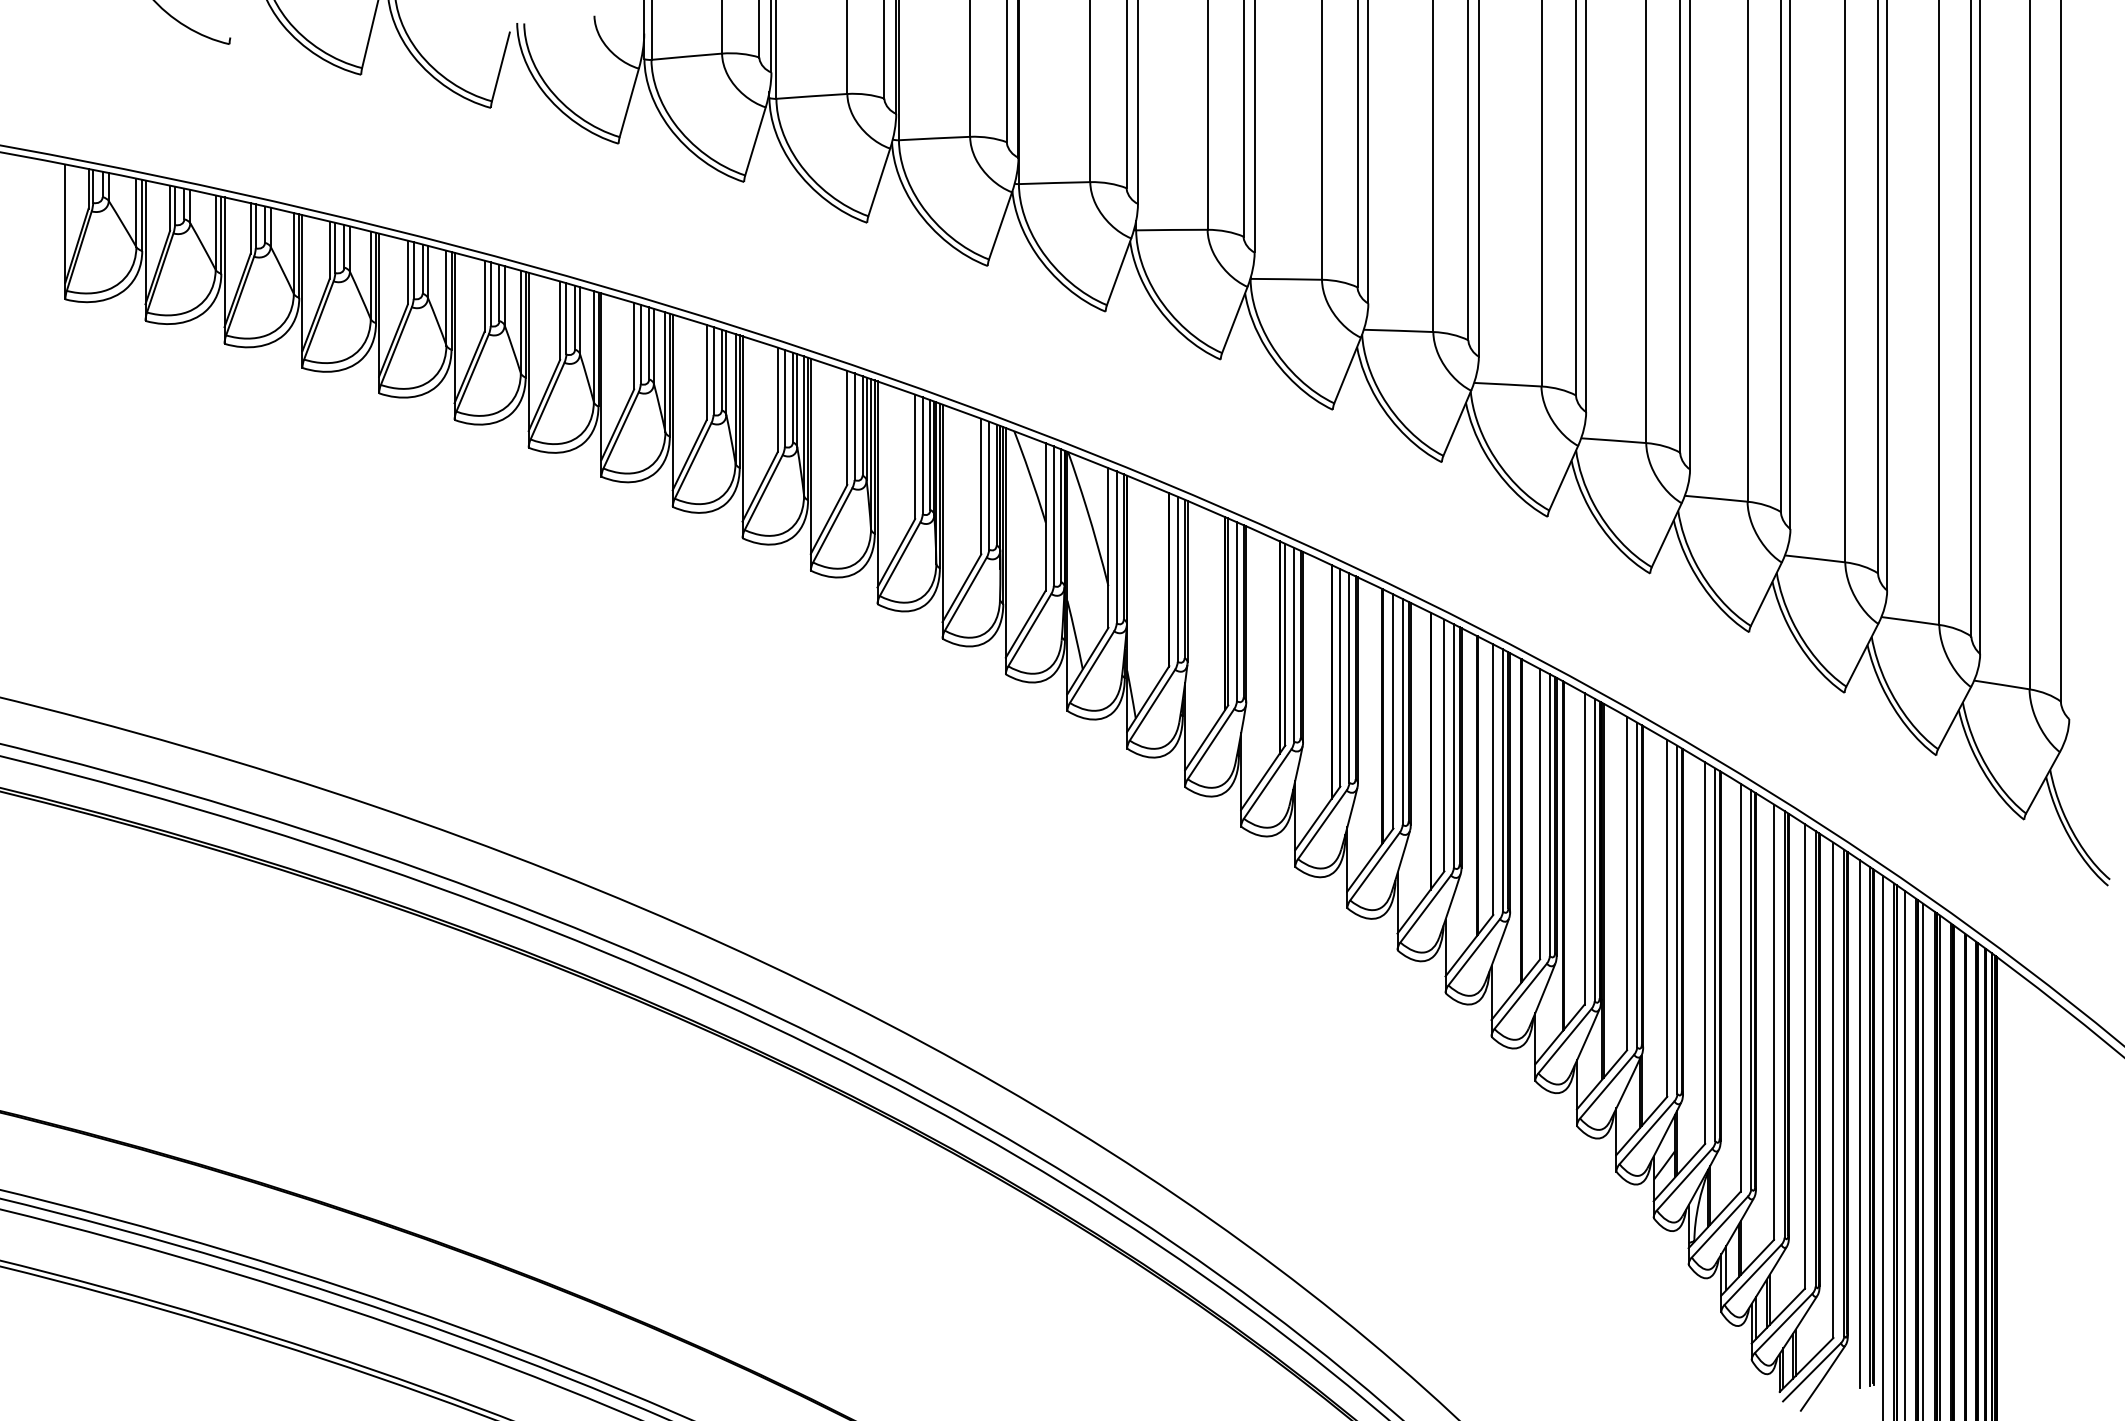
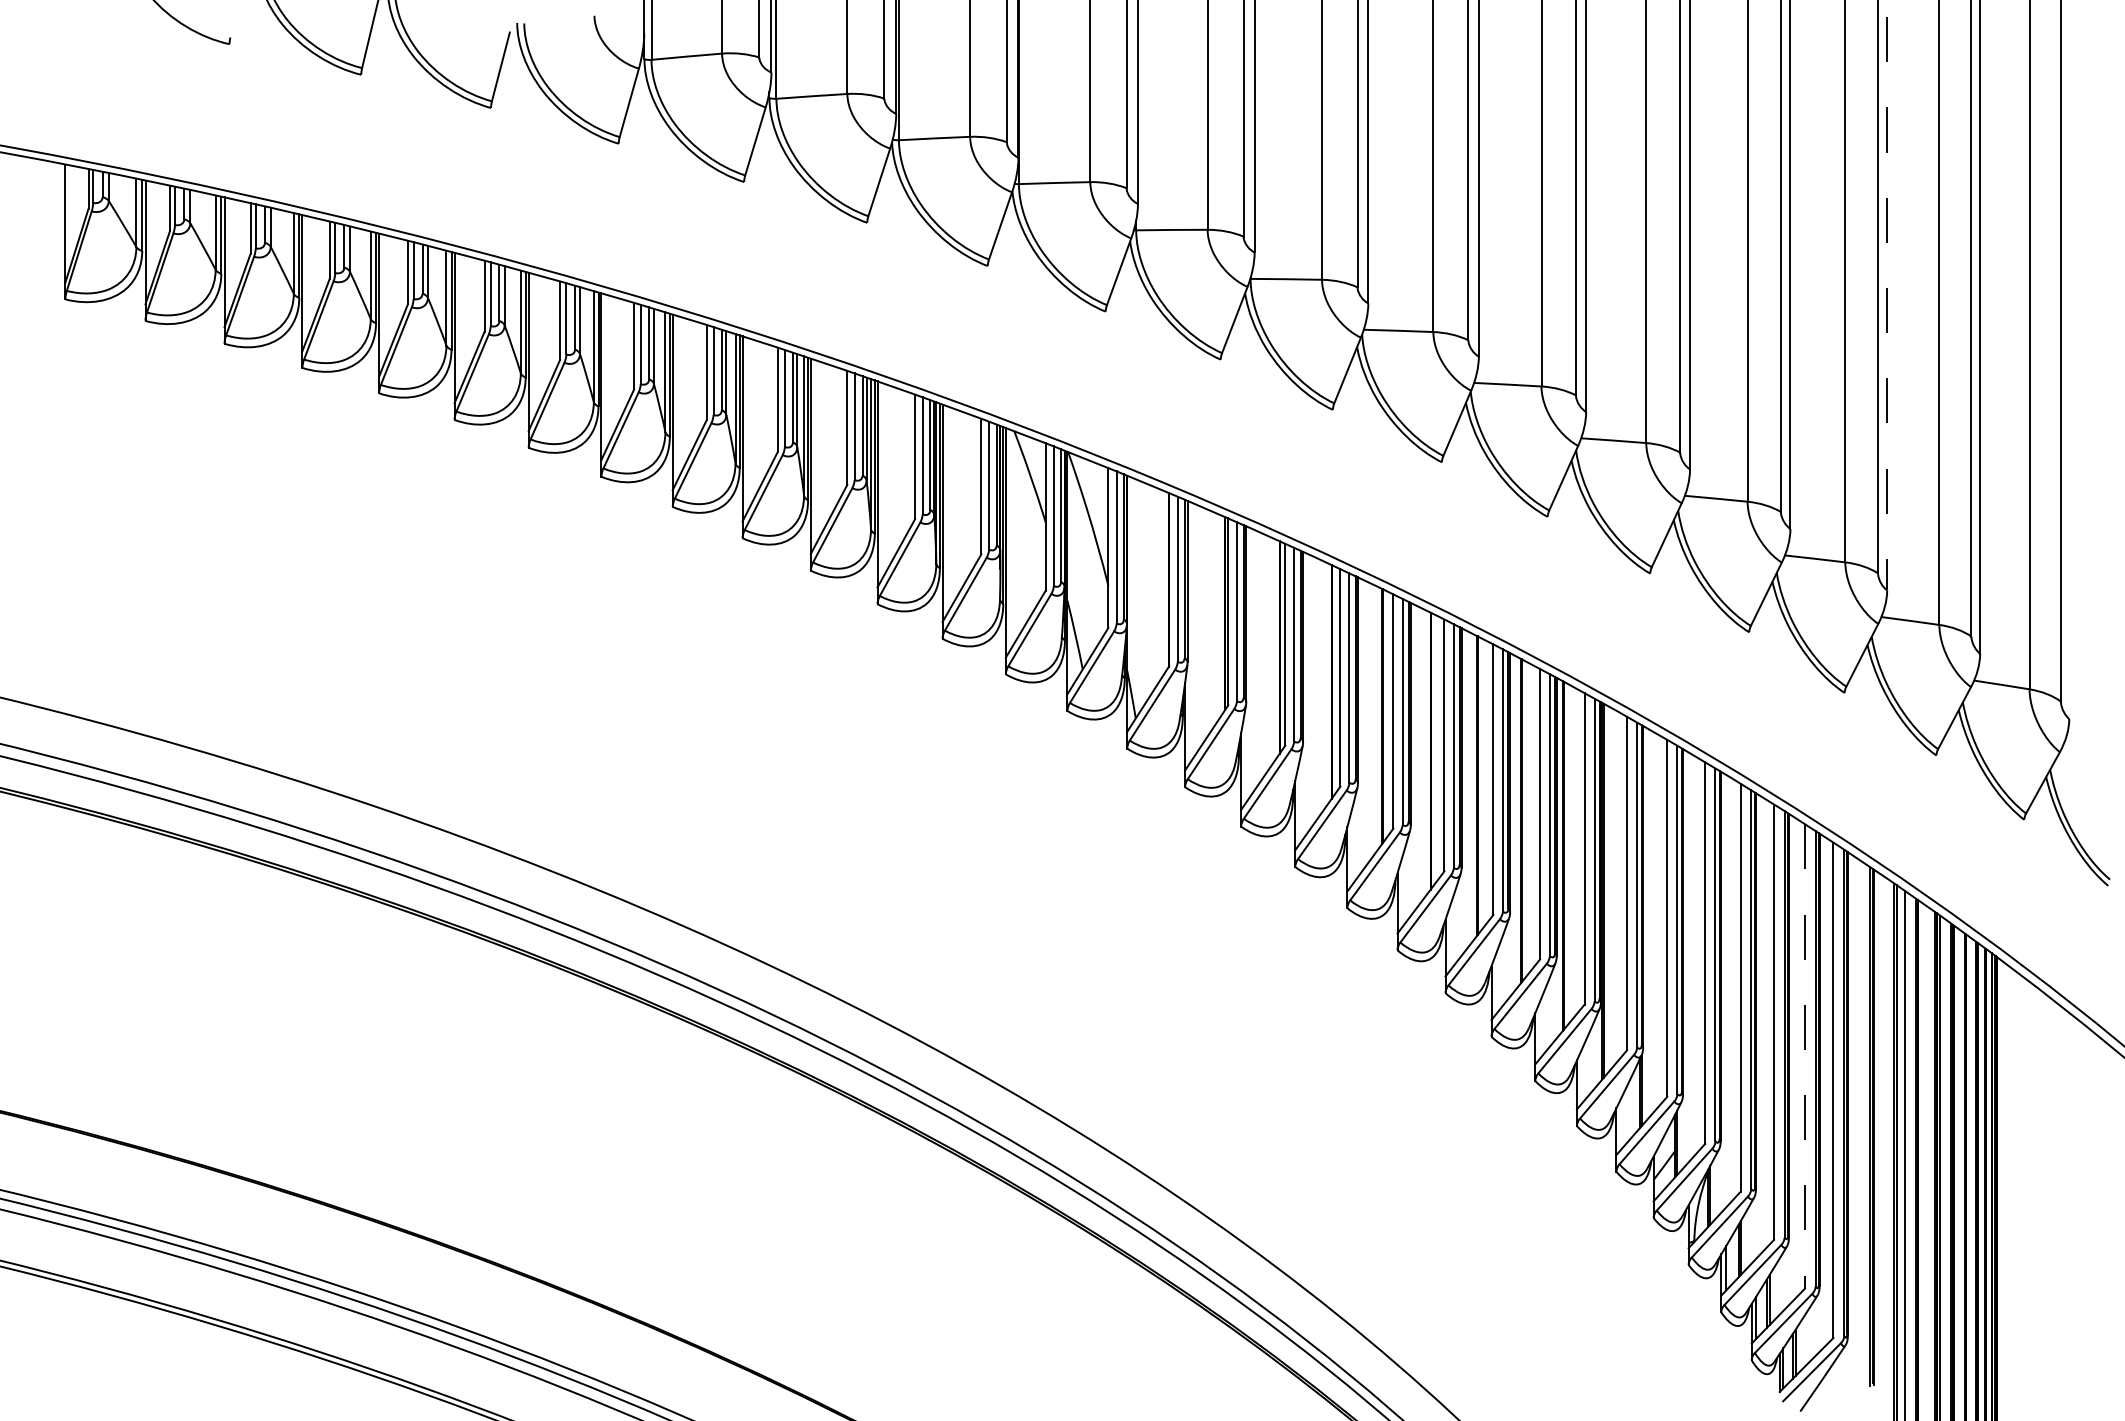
line at (1887, 295): solid -> dashed
line at (1804, 1057): solid -> dashed
line at (1859, 1123): present -> none
line at (1883, 1146): present -> none
line at (1923, 1160): present -> none
